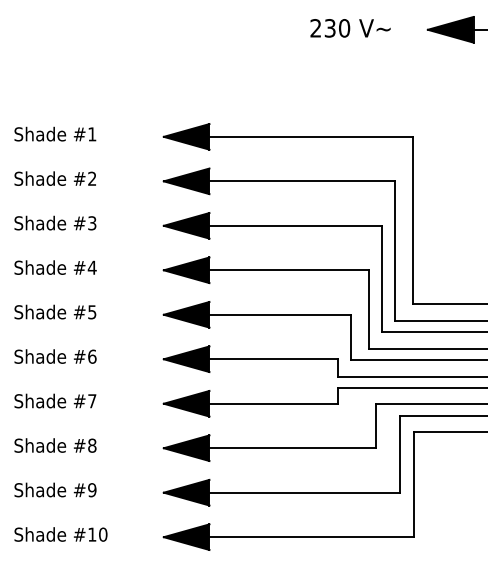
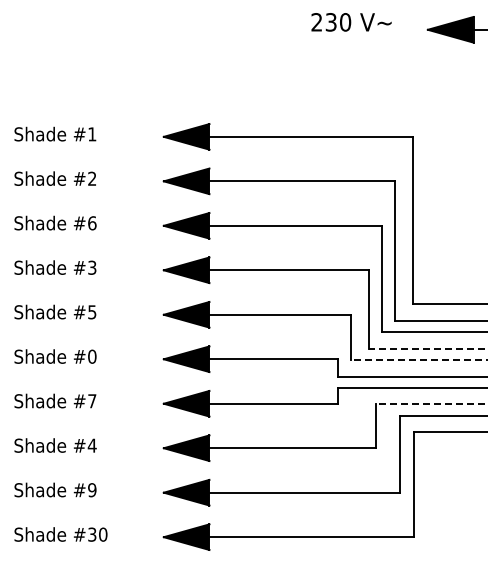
text at (350, 28) position: (350, 28) -> (351, 22)
text at (92, 223): #3 -> #6
text at (91, 267): #4 -> #3
line at (428, 348): solid -> dashed
text at (92, 356): #6 -> #0
line at (418, 359): solid -> dashed
line at (431, 404): solid -> dashed
text at (91, 445): #8 -> #4
text at (92, 534): #10 -> #30
